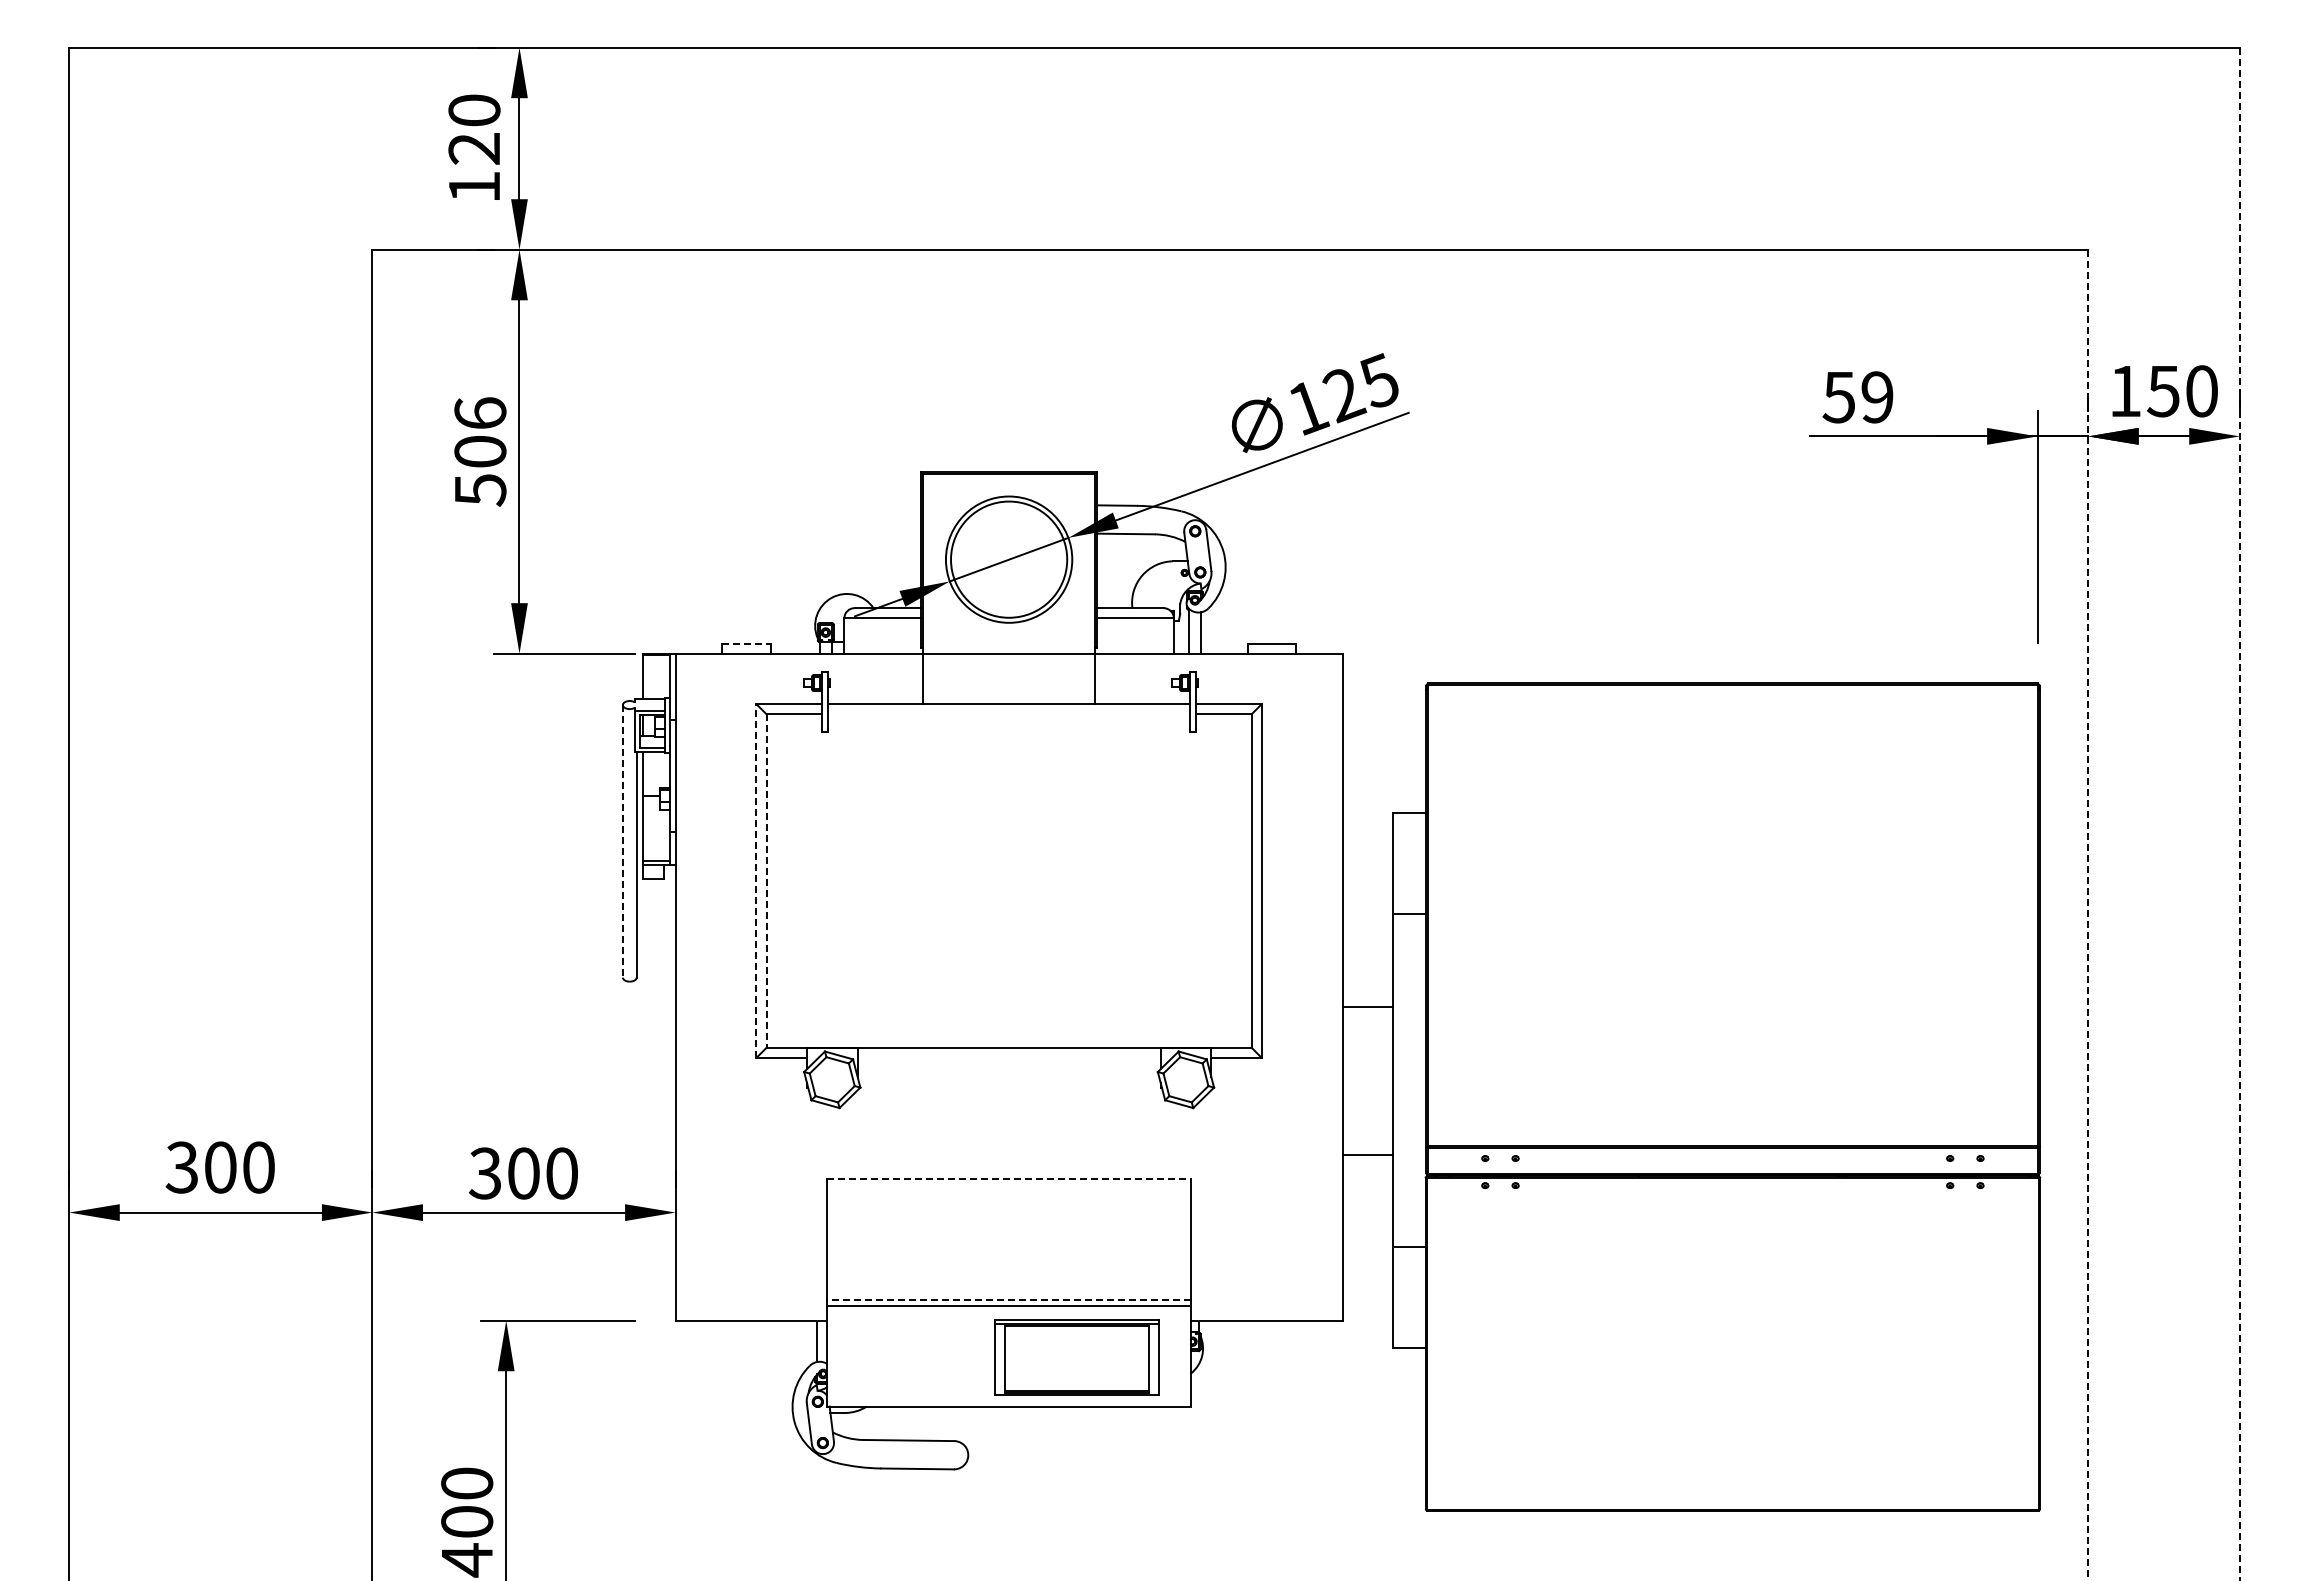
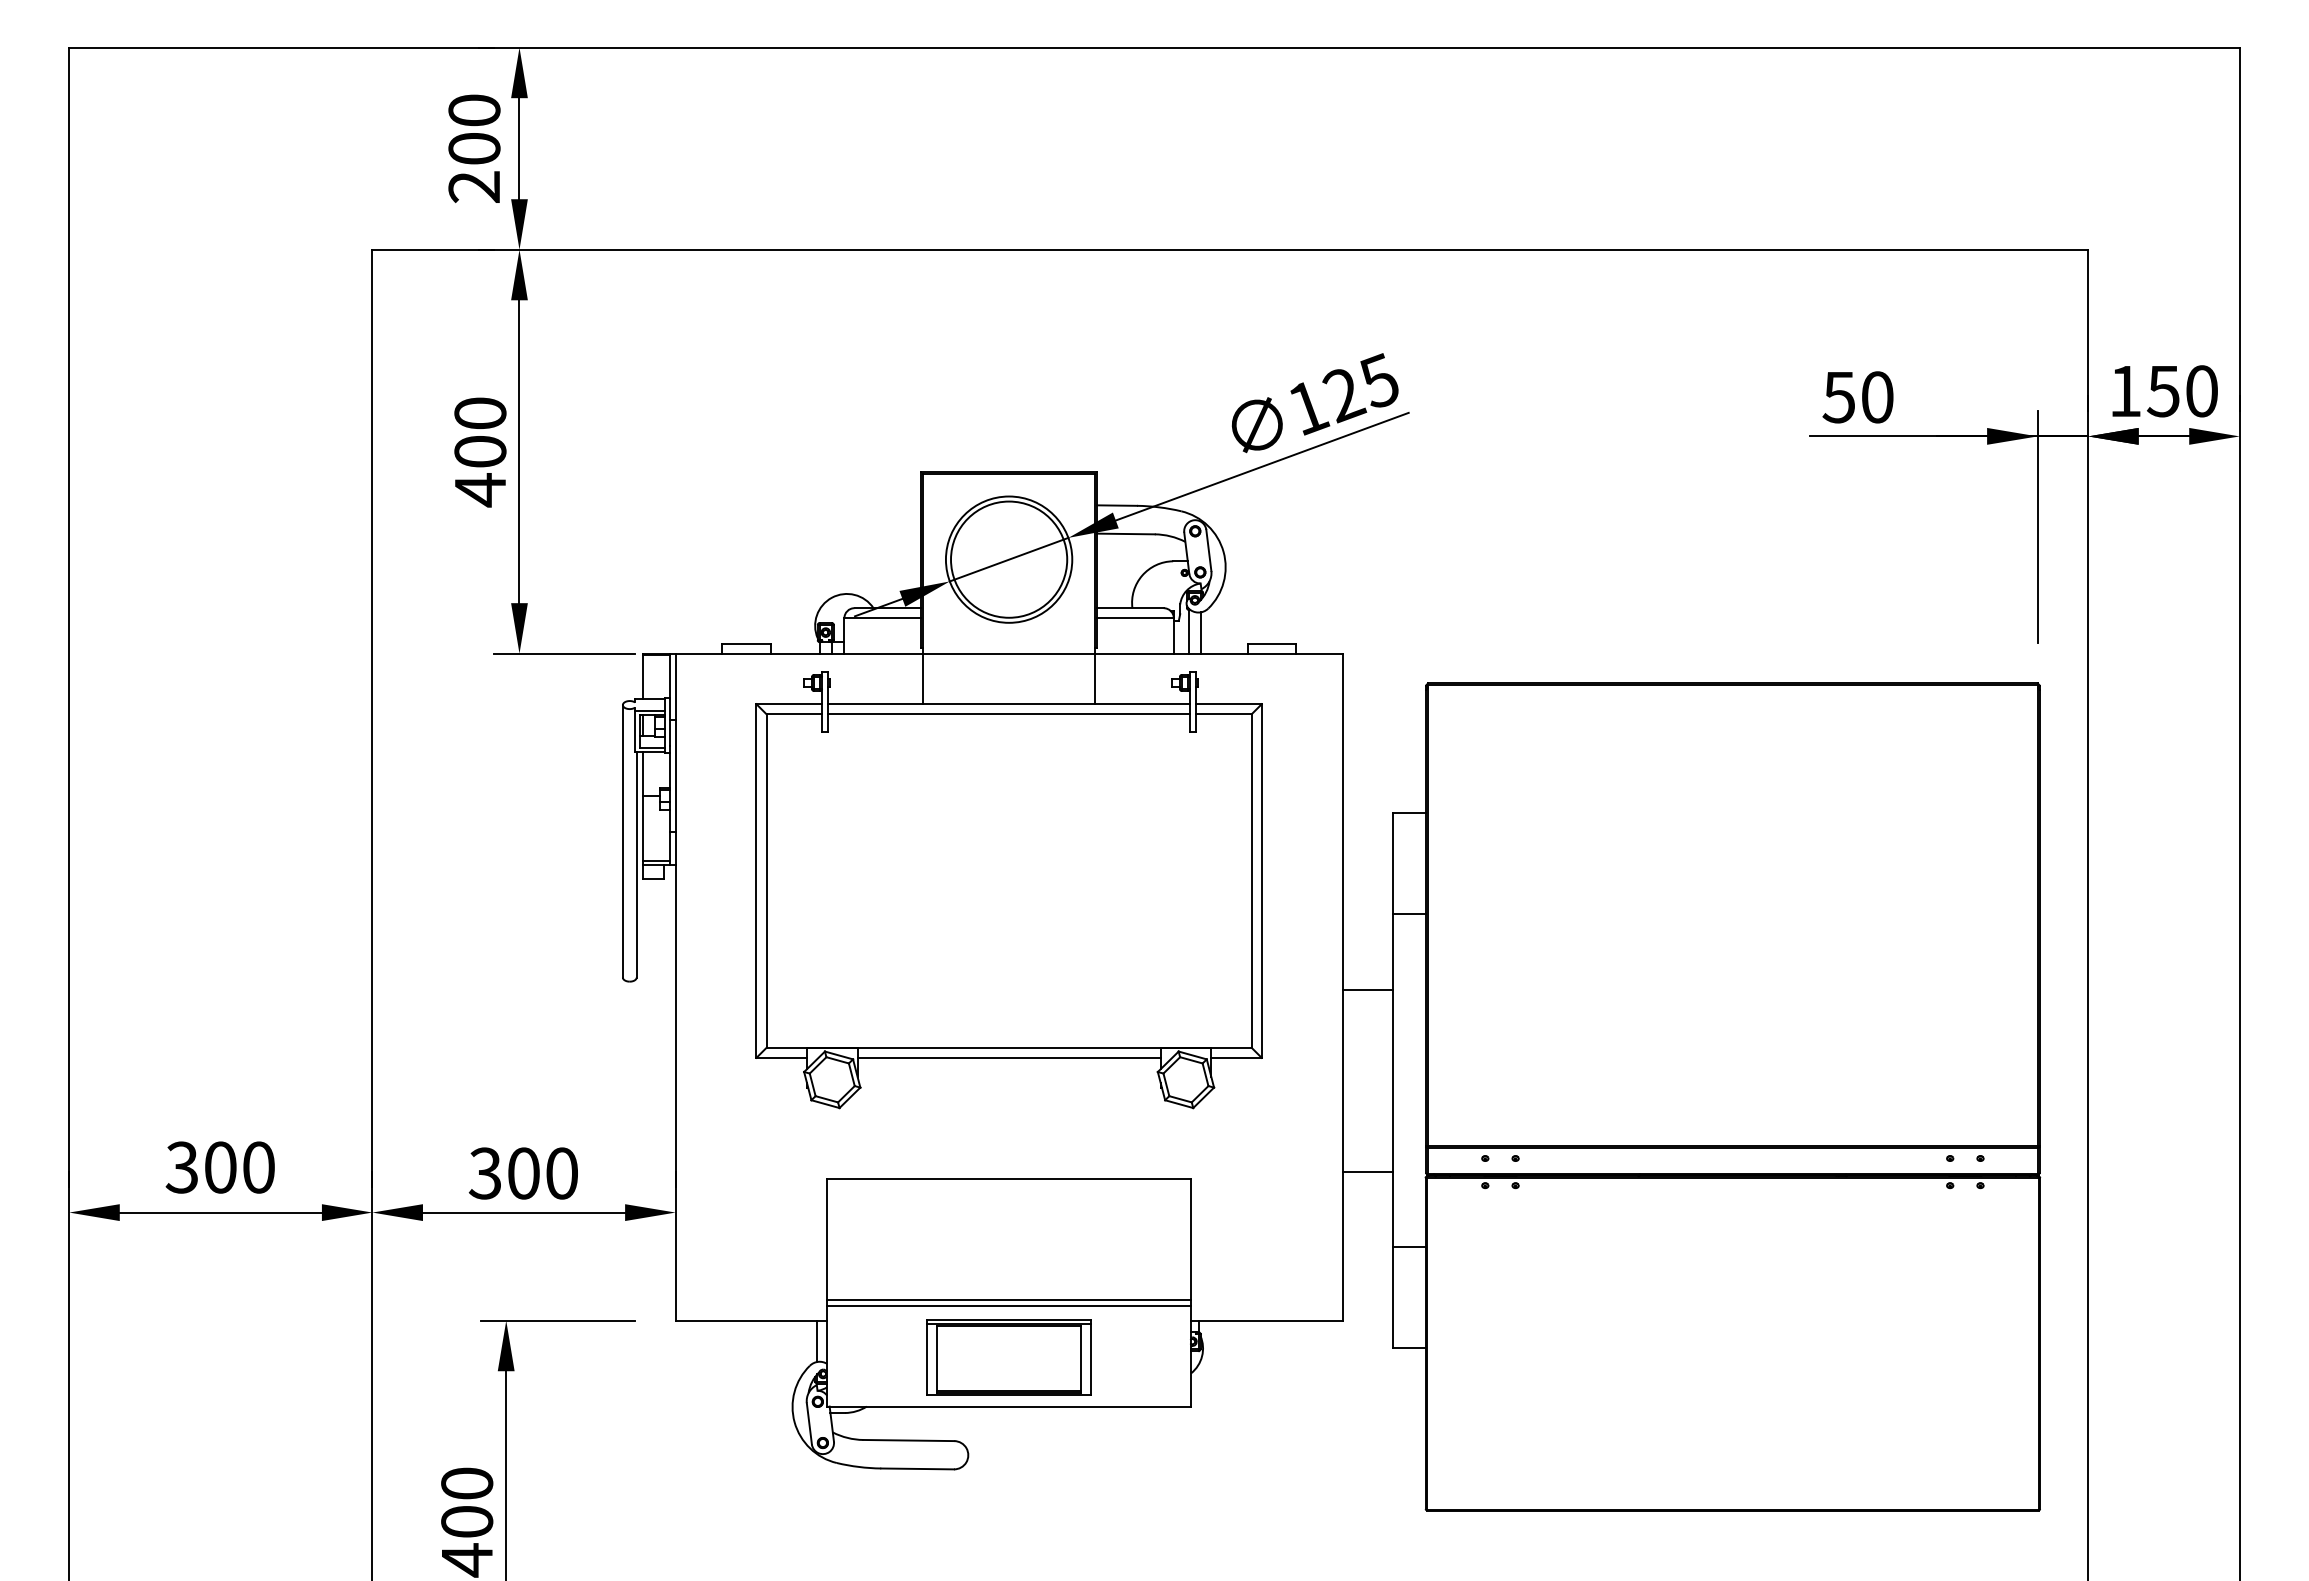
text at (474, 168): 120 -> 200
text at (1877, 397): 59 -> 50
text at (480, 452): 506 -> 400
line at (746, 643): dashed -> solid
line at (1009, 714): none -> present
line at (2239, 814): dashed -> solid
line at (622, 841): dashed -> solid
line at (756, 881): dashed -> solid
line at (766, 881): dashed -> solid
line at (2088, 915): dashed -> solid
line at (1367, 1006) position: (1367, 1006) -> (1367, 989)
line at (1008, 1057): none -> present
line at (1367, 1154) position: (1367, 1154) -> (1367, 1171)
line at (1009, 1179): dashed -> solid
line at (1009, 1300): dashed -> solid
part at (1076, 1357) position: (1076, 1357) -> (1008, 1357)
